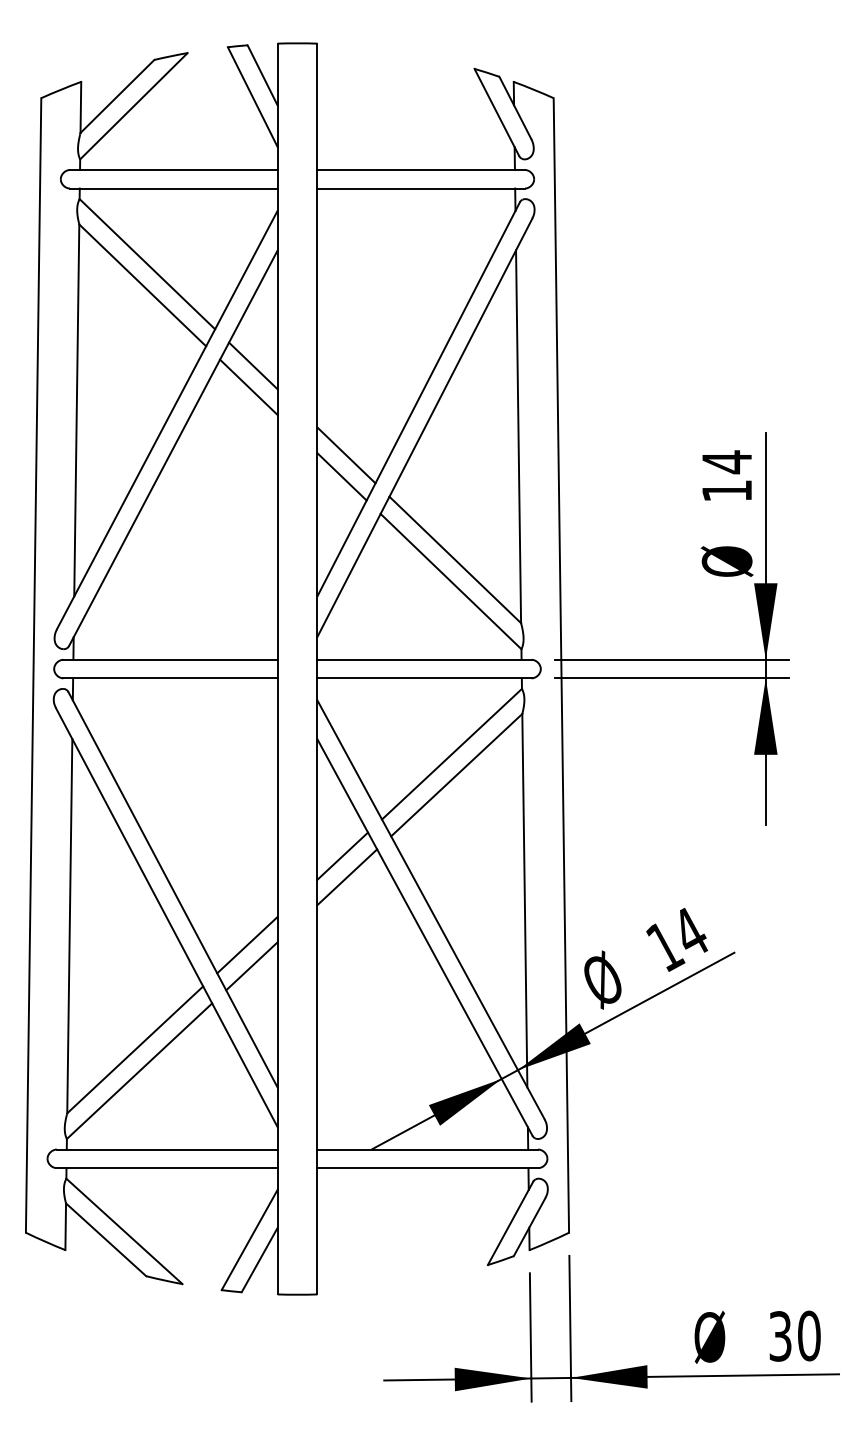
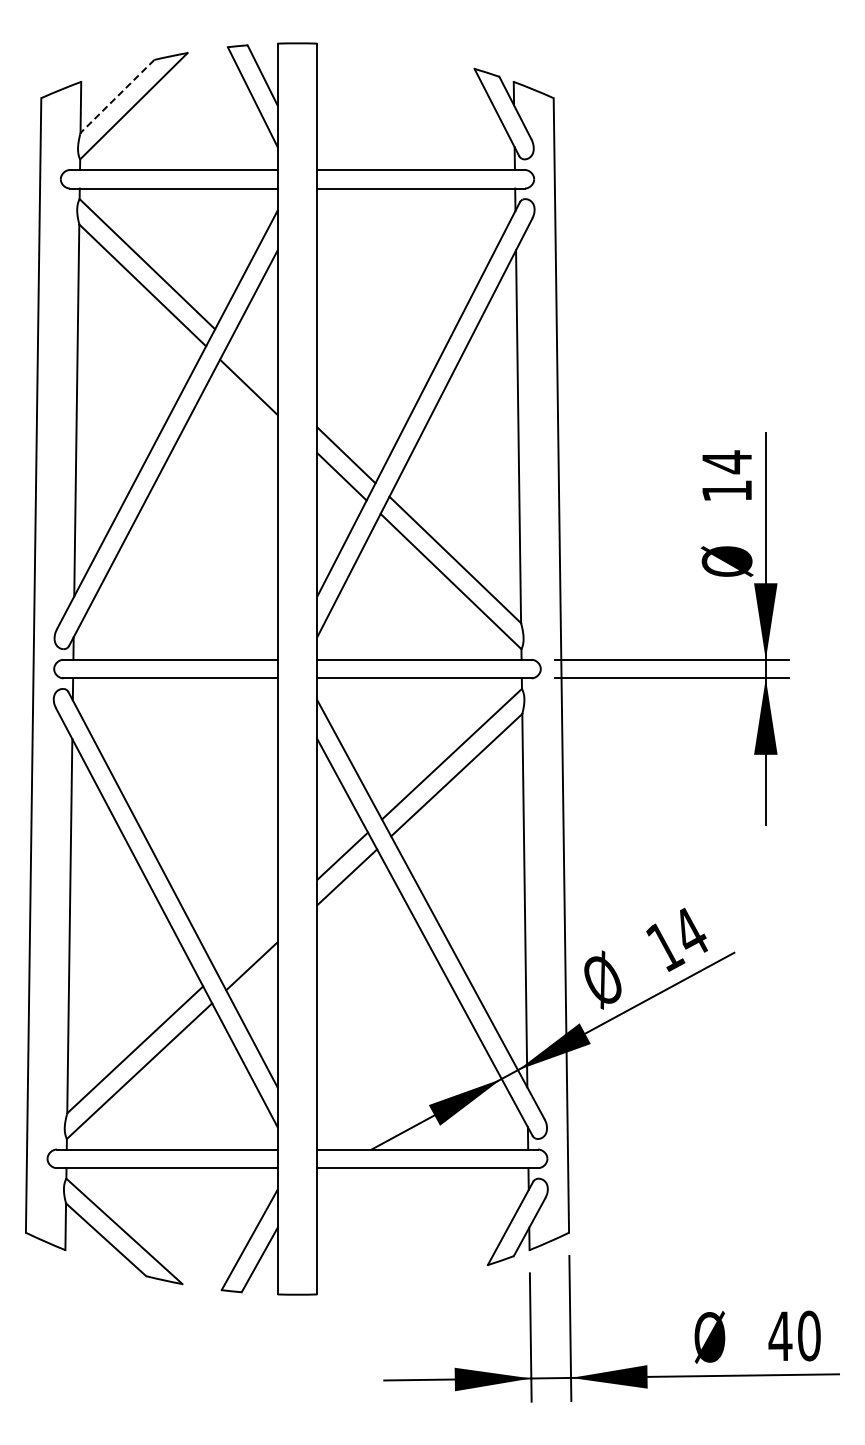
line at (117, 96): solid -> dashed
line at (253, 365): present -> none
line at (247, 944): present -> none
text at (780, 1336): 30 -> 40
